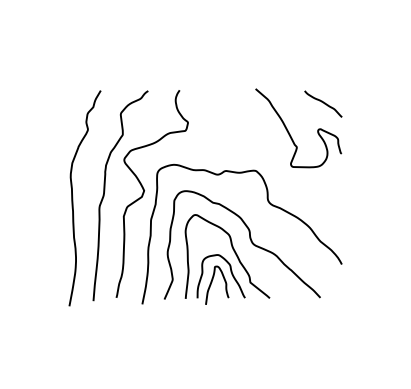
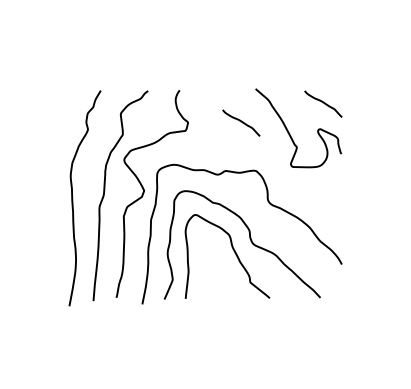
curve at (241, 122): none -> present
part at (220, 279): present -> none
